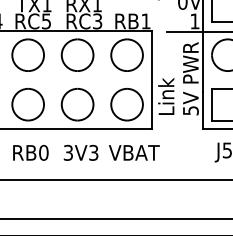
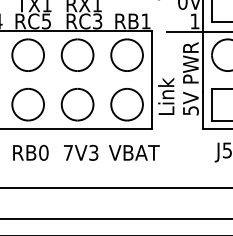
text at (67, 152): 3V3 -> 7V3
line at (115, 180) position: (115, 180) -> (115, 188)
